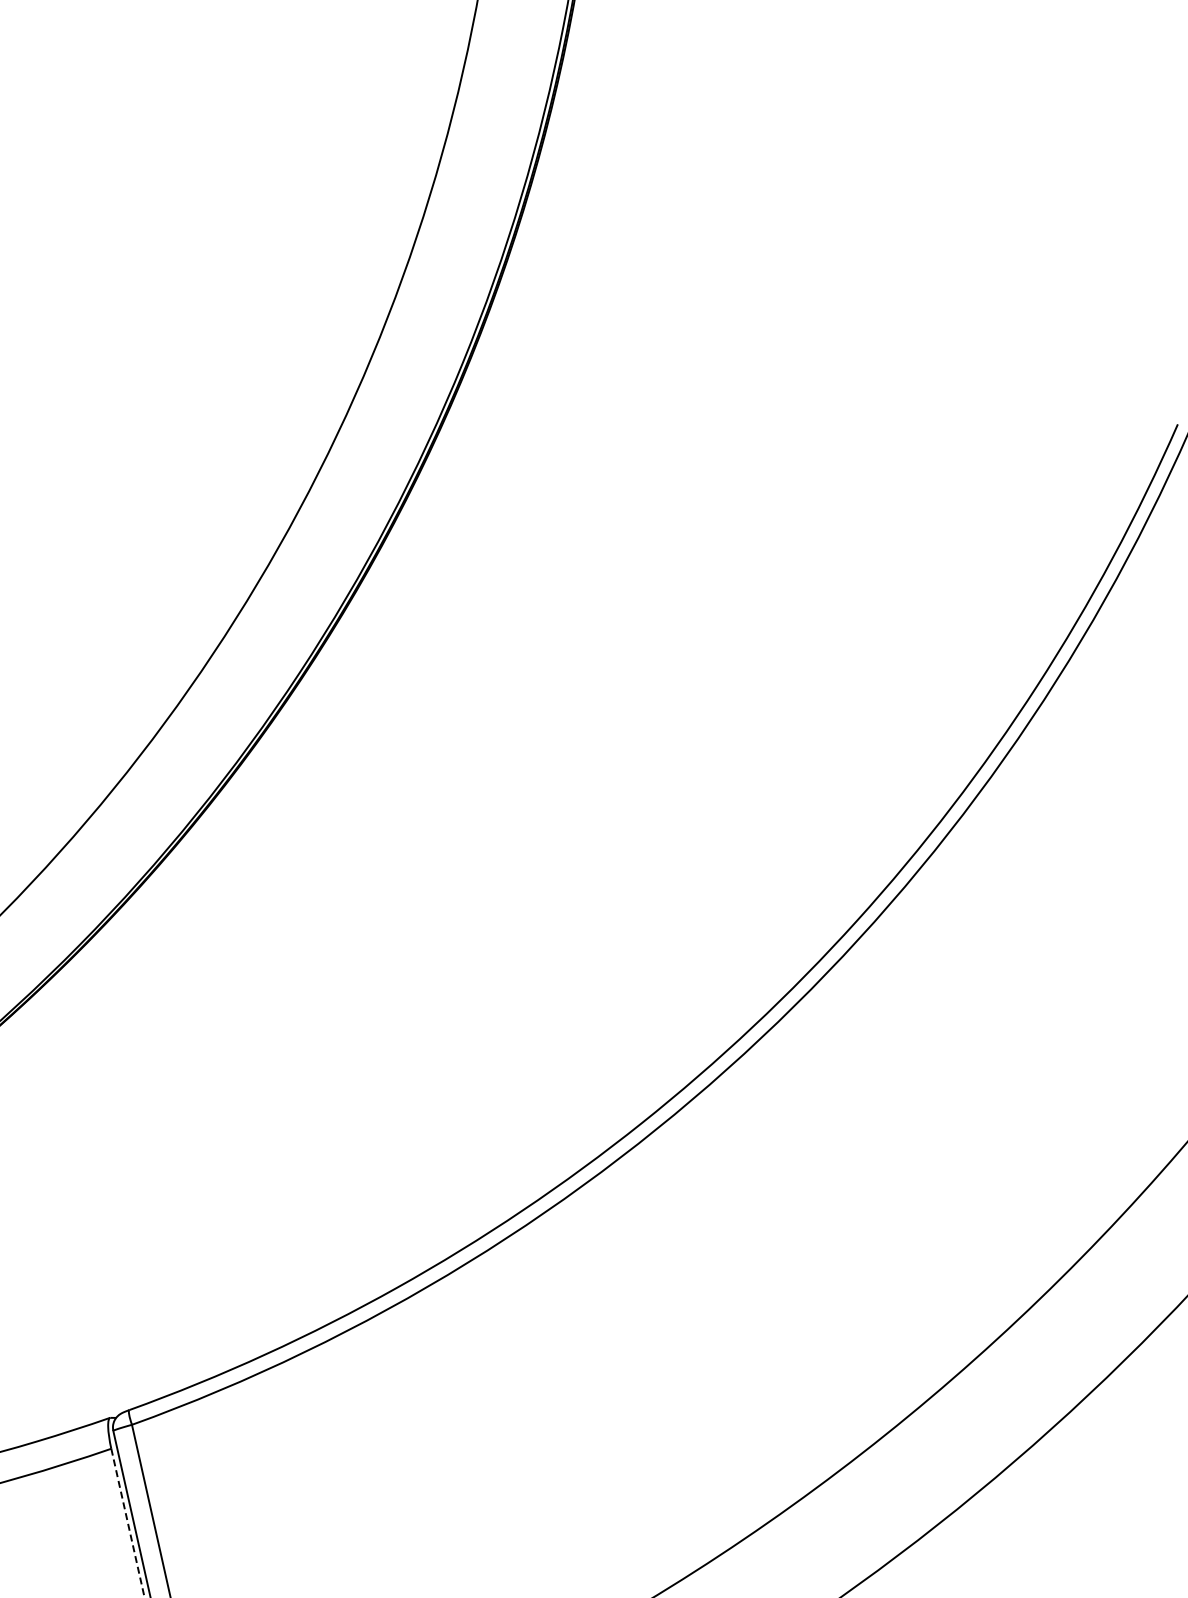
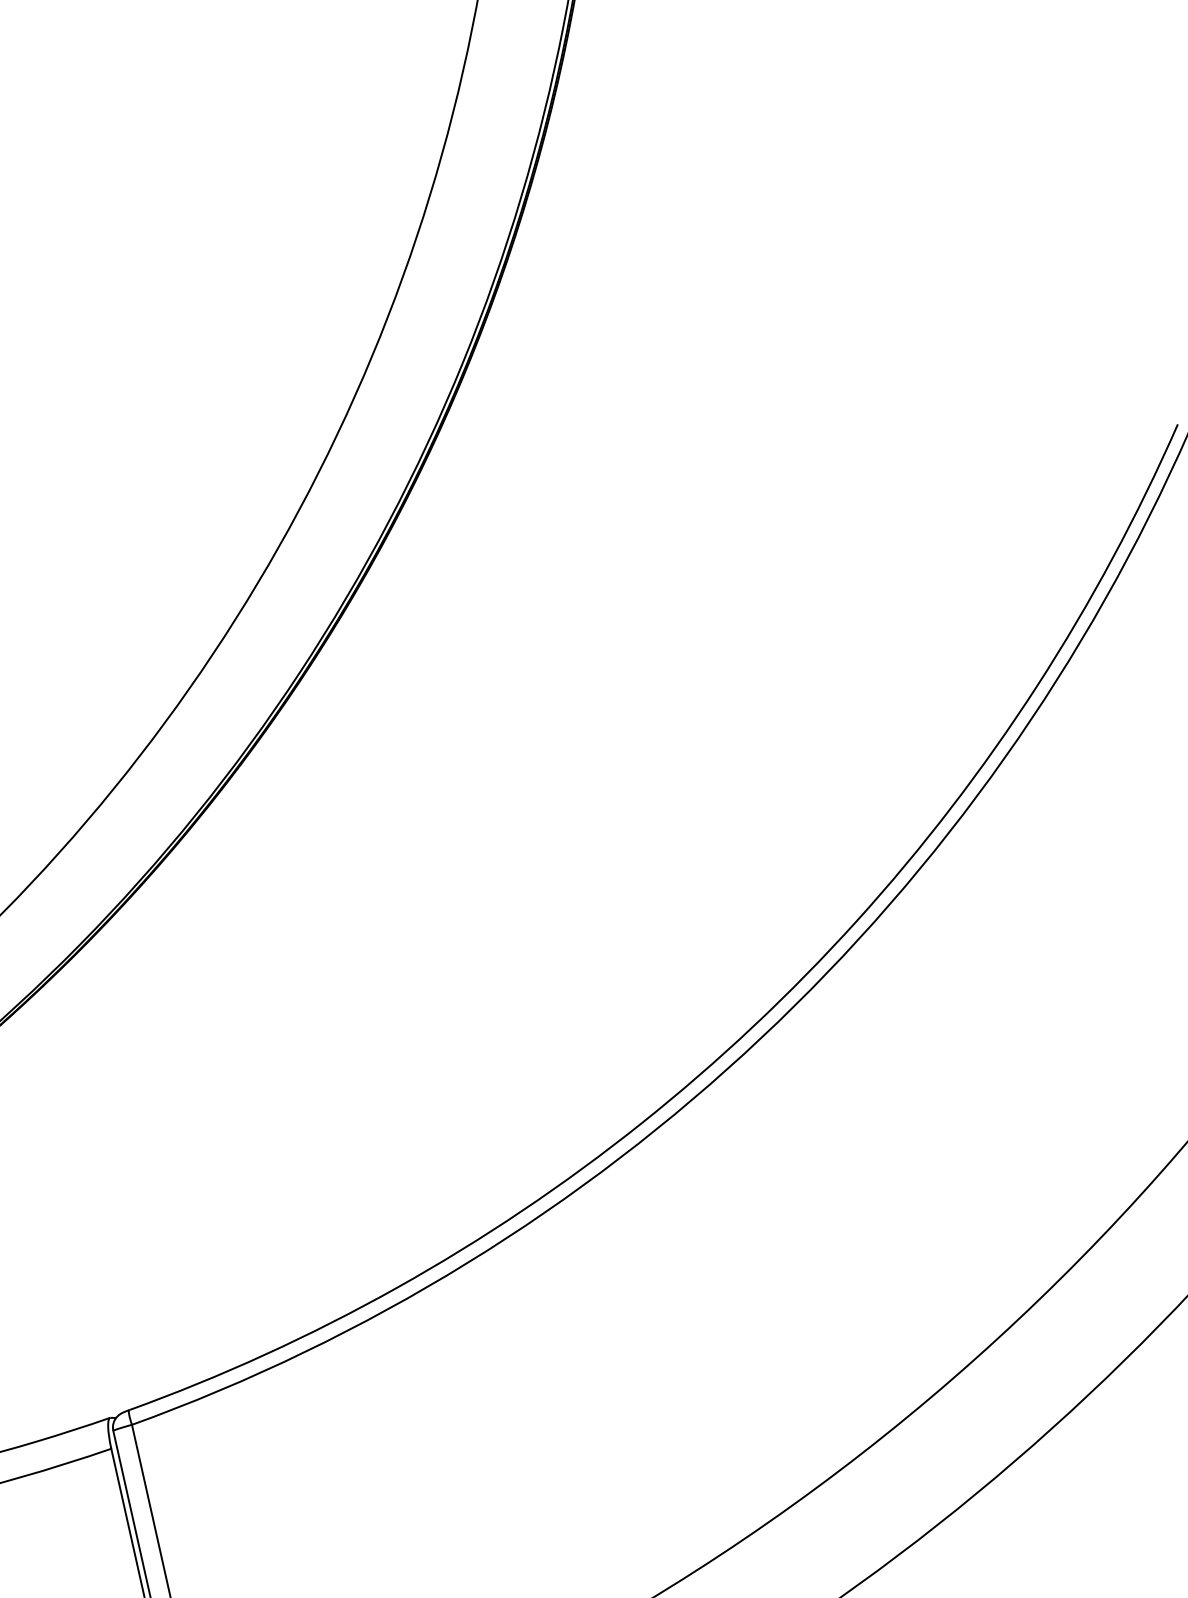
line at (128, 1523): dashed -> solid
